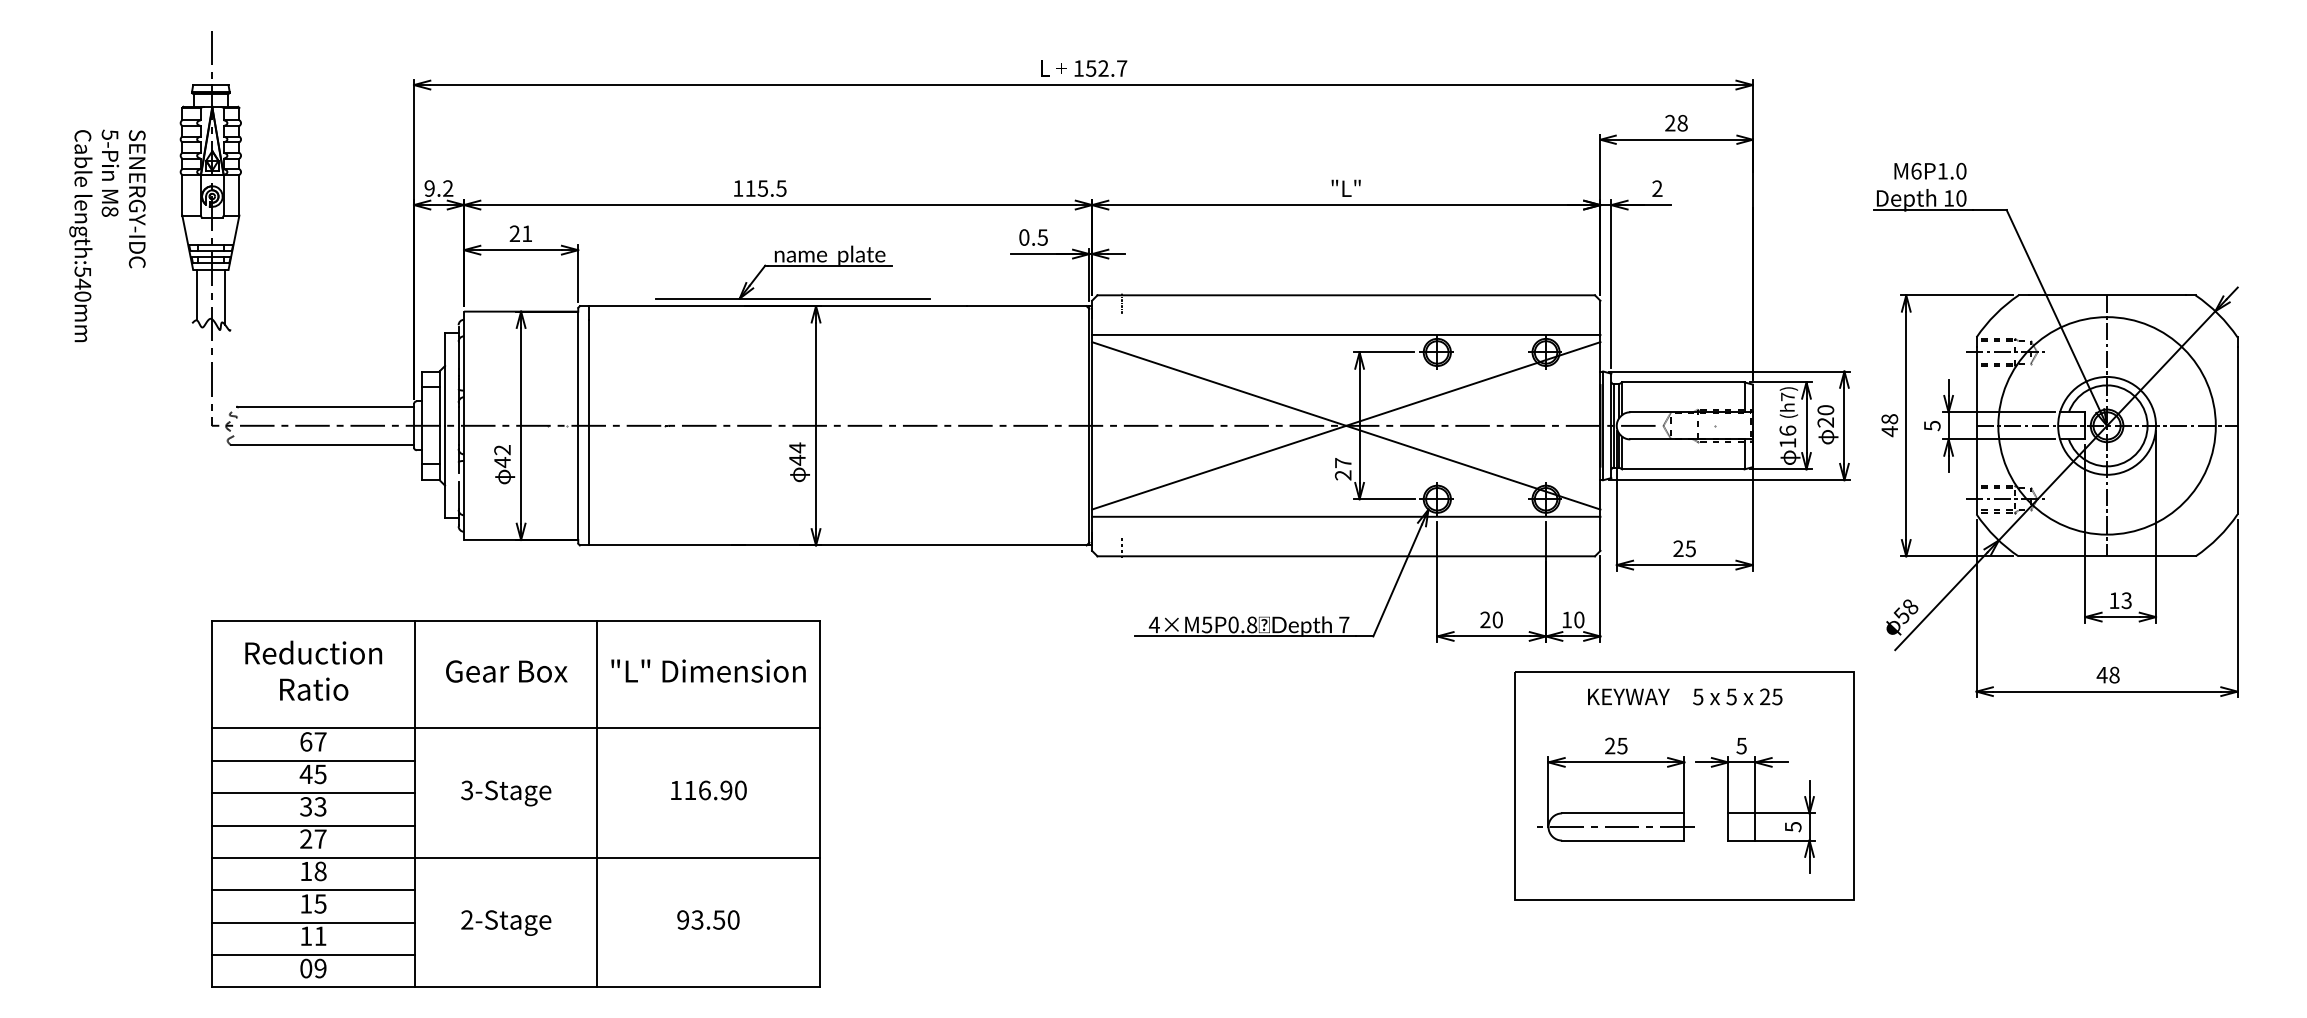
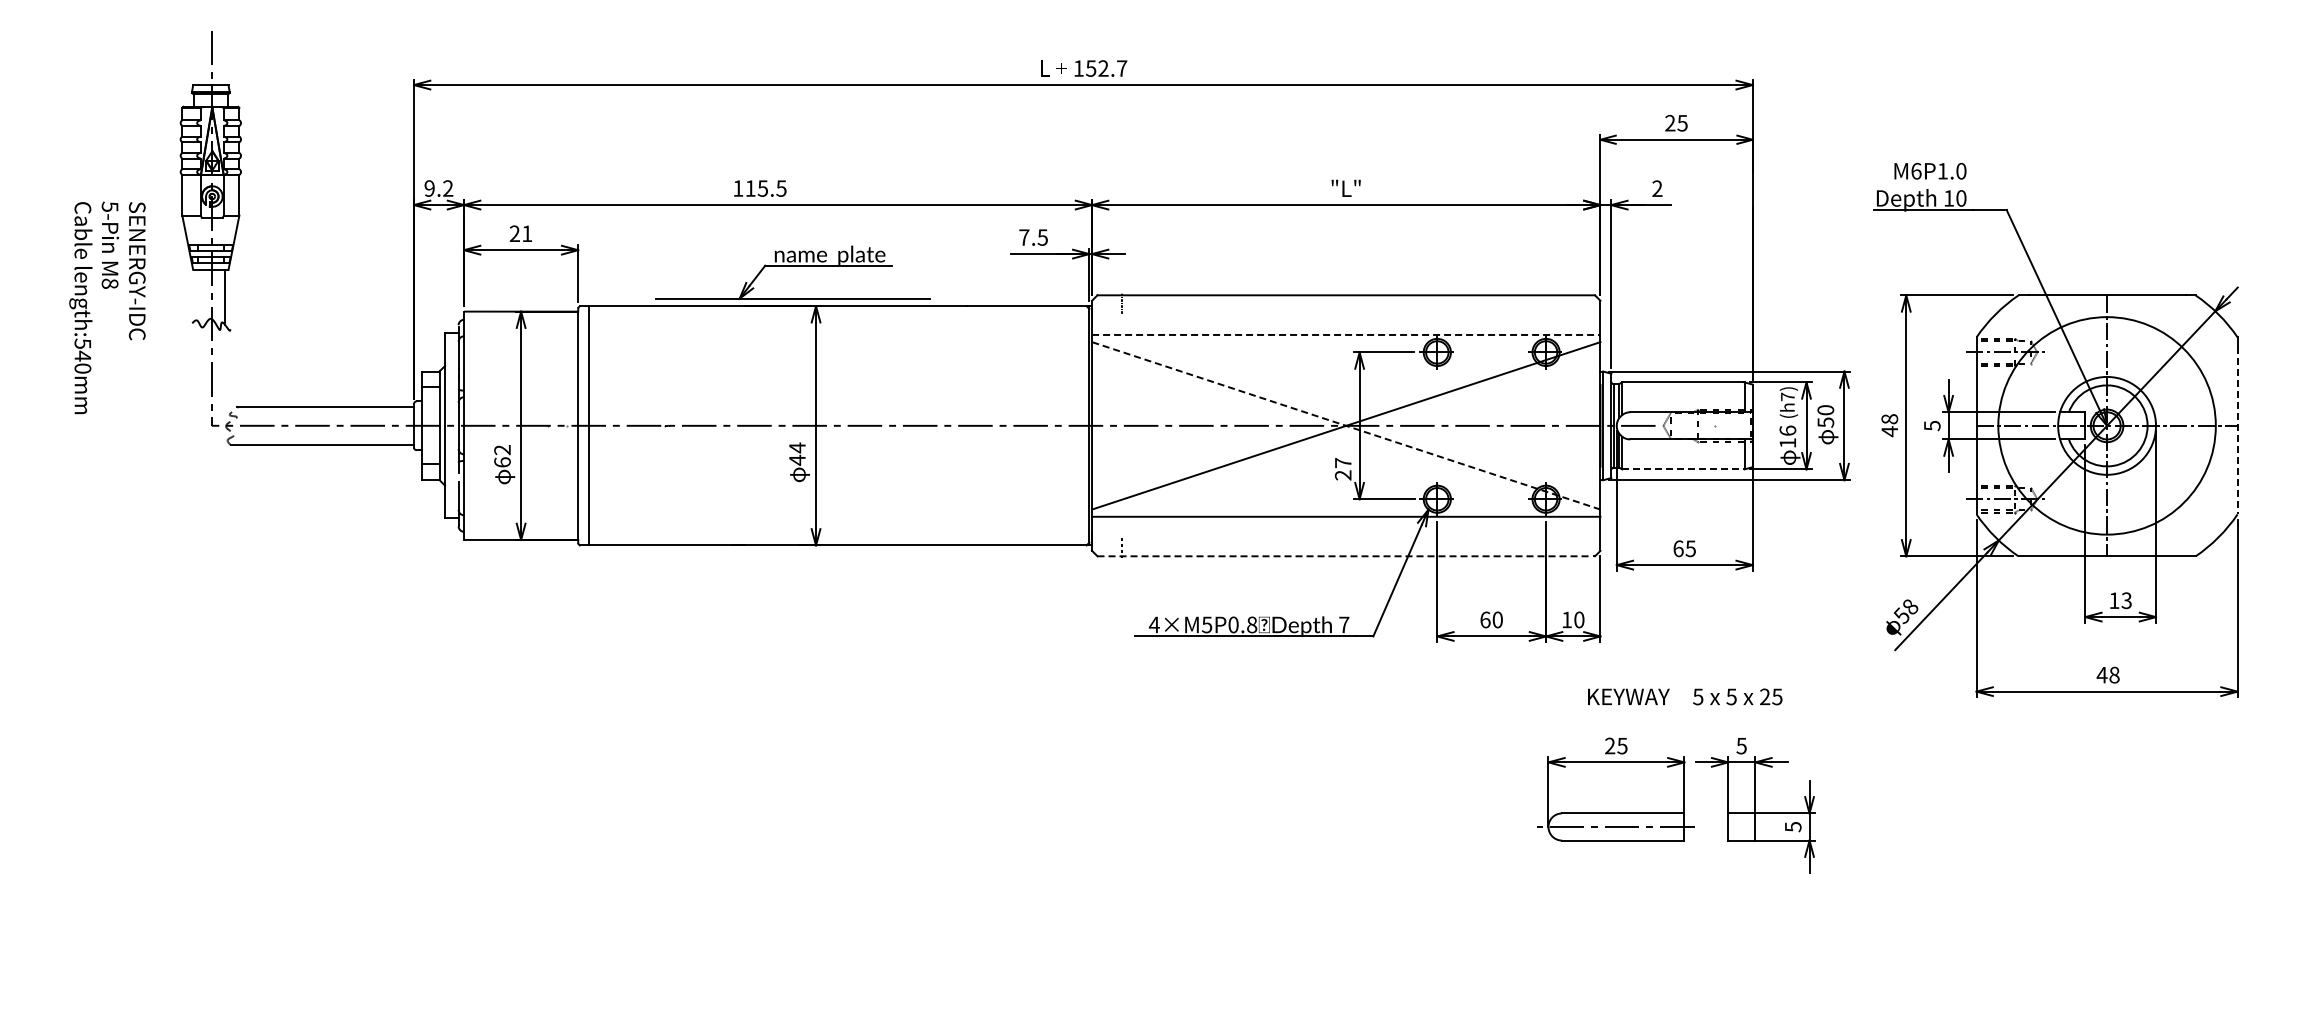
text at (1682, 123): 28 -> 25
text at (107, 235) position: (107, 235) -> (107, 307)
text at (1024, 237): 0.5 -> 7.5
line at (196, 294): present -> none
line at (1346, 334): solid -> dashed
text at (1825, 422): 20 -> 50
line at (1346, 425): solid -> dashed
line at (2237, 431): solid -> dashed
text at (502, 462): 42 -> 62
line at (1683, 469): solid -> dashed
text at (1678, 548): 25 -> 65
line at (1346, 556): solid -> dashed
text at (1485, 619): 20 -> 60
part at (1684, 785): present -> none
part at (515, 803): present -> none
